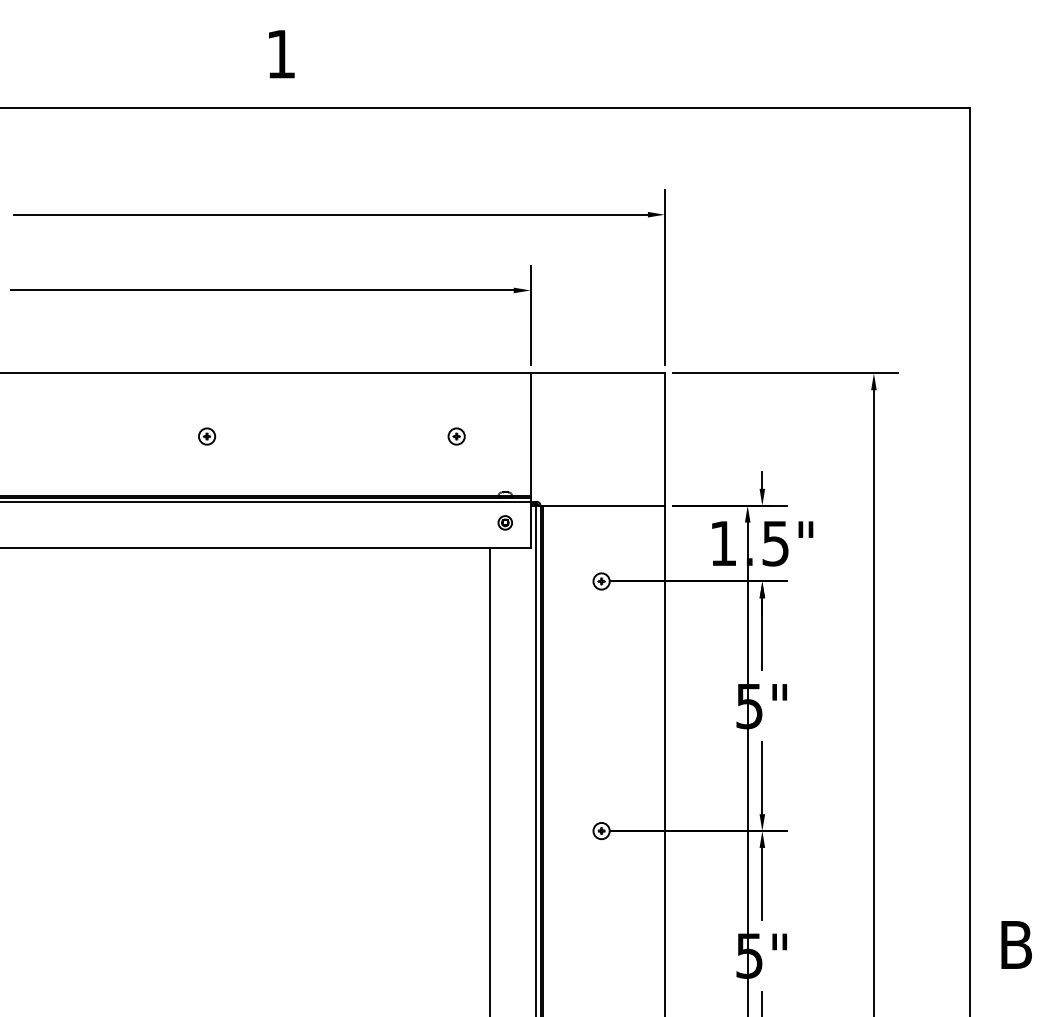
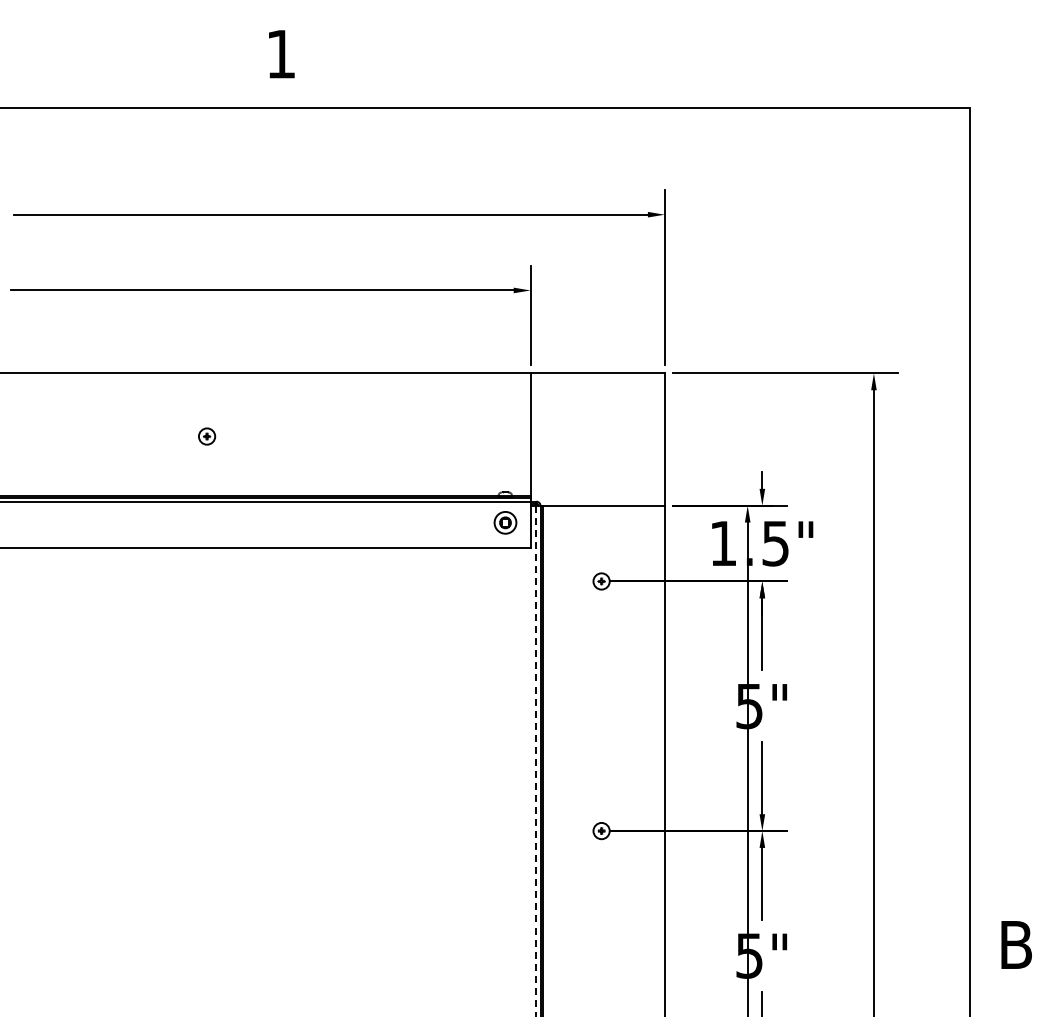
part at (456, 436): present -> none
part at (504, 522) size: 16x16 px -> 25x24 px
line at (536, 760): solid -> dashed
line at (490, 780): present -> none
